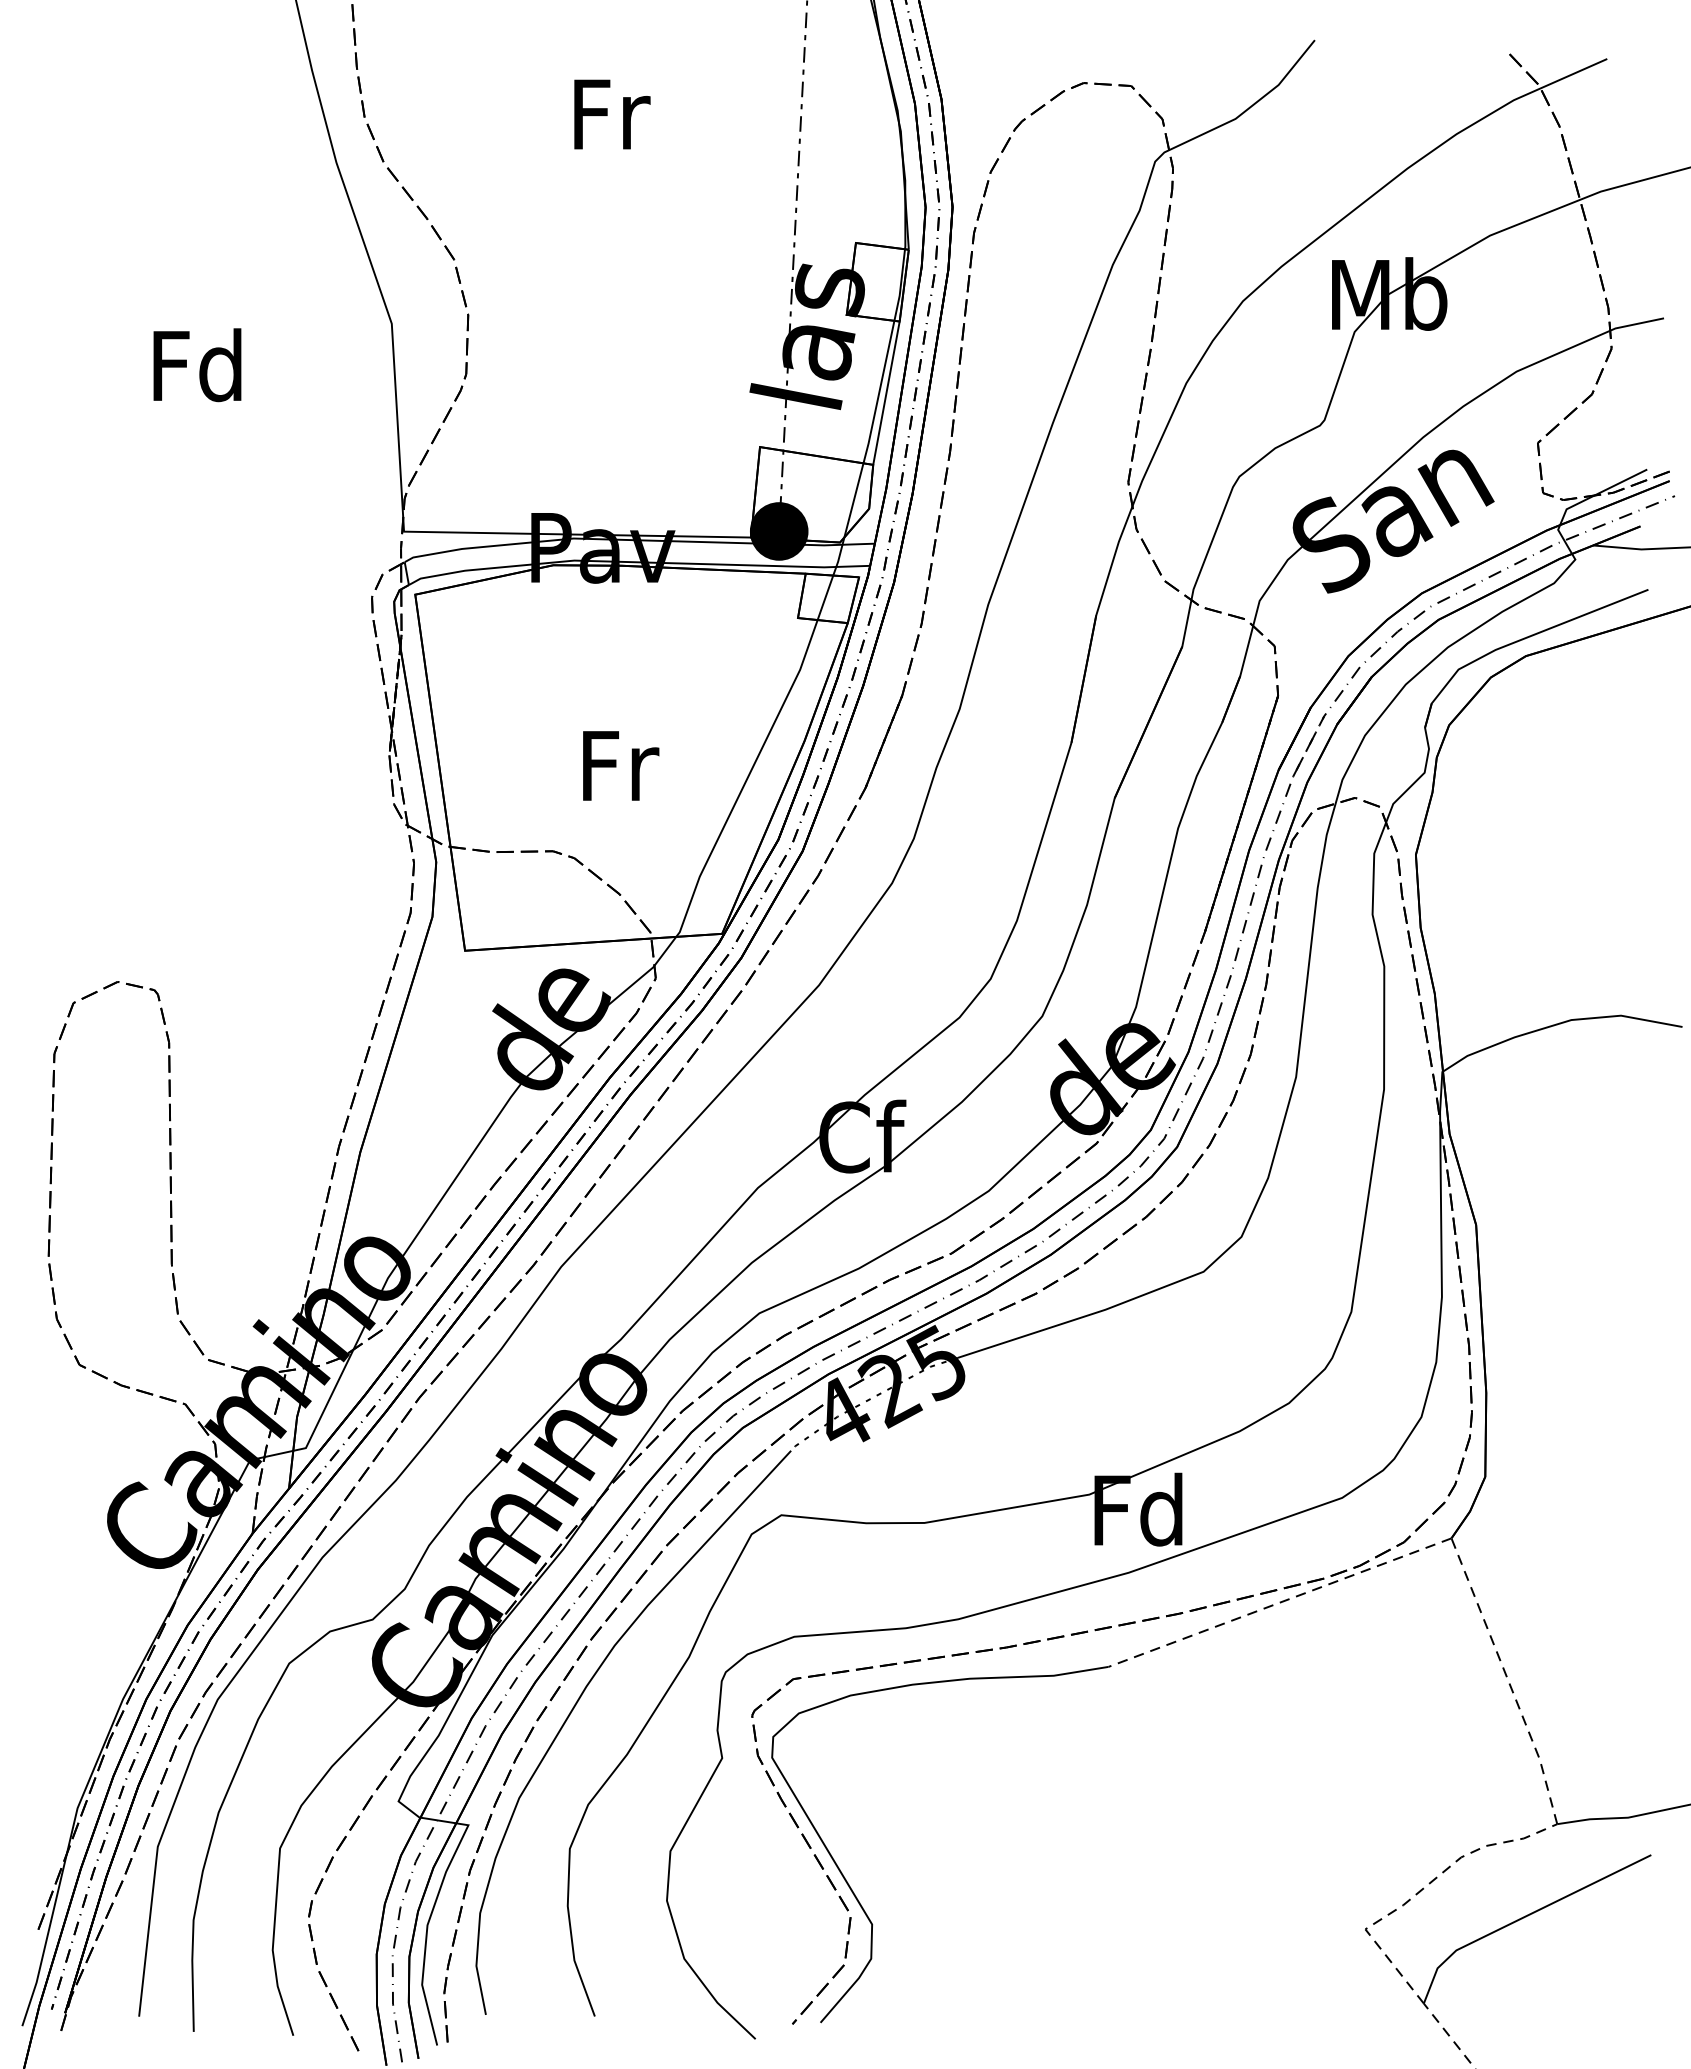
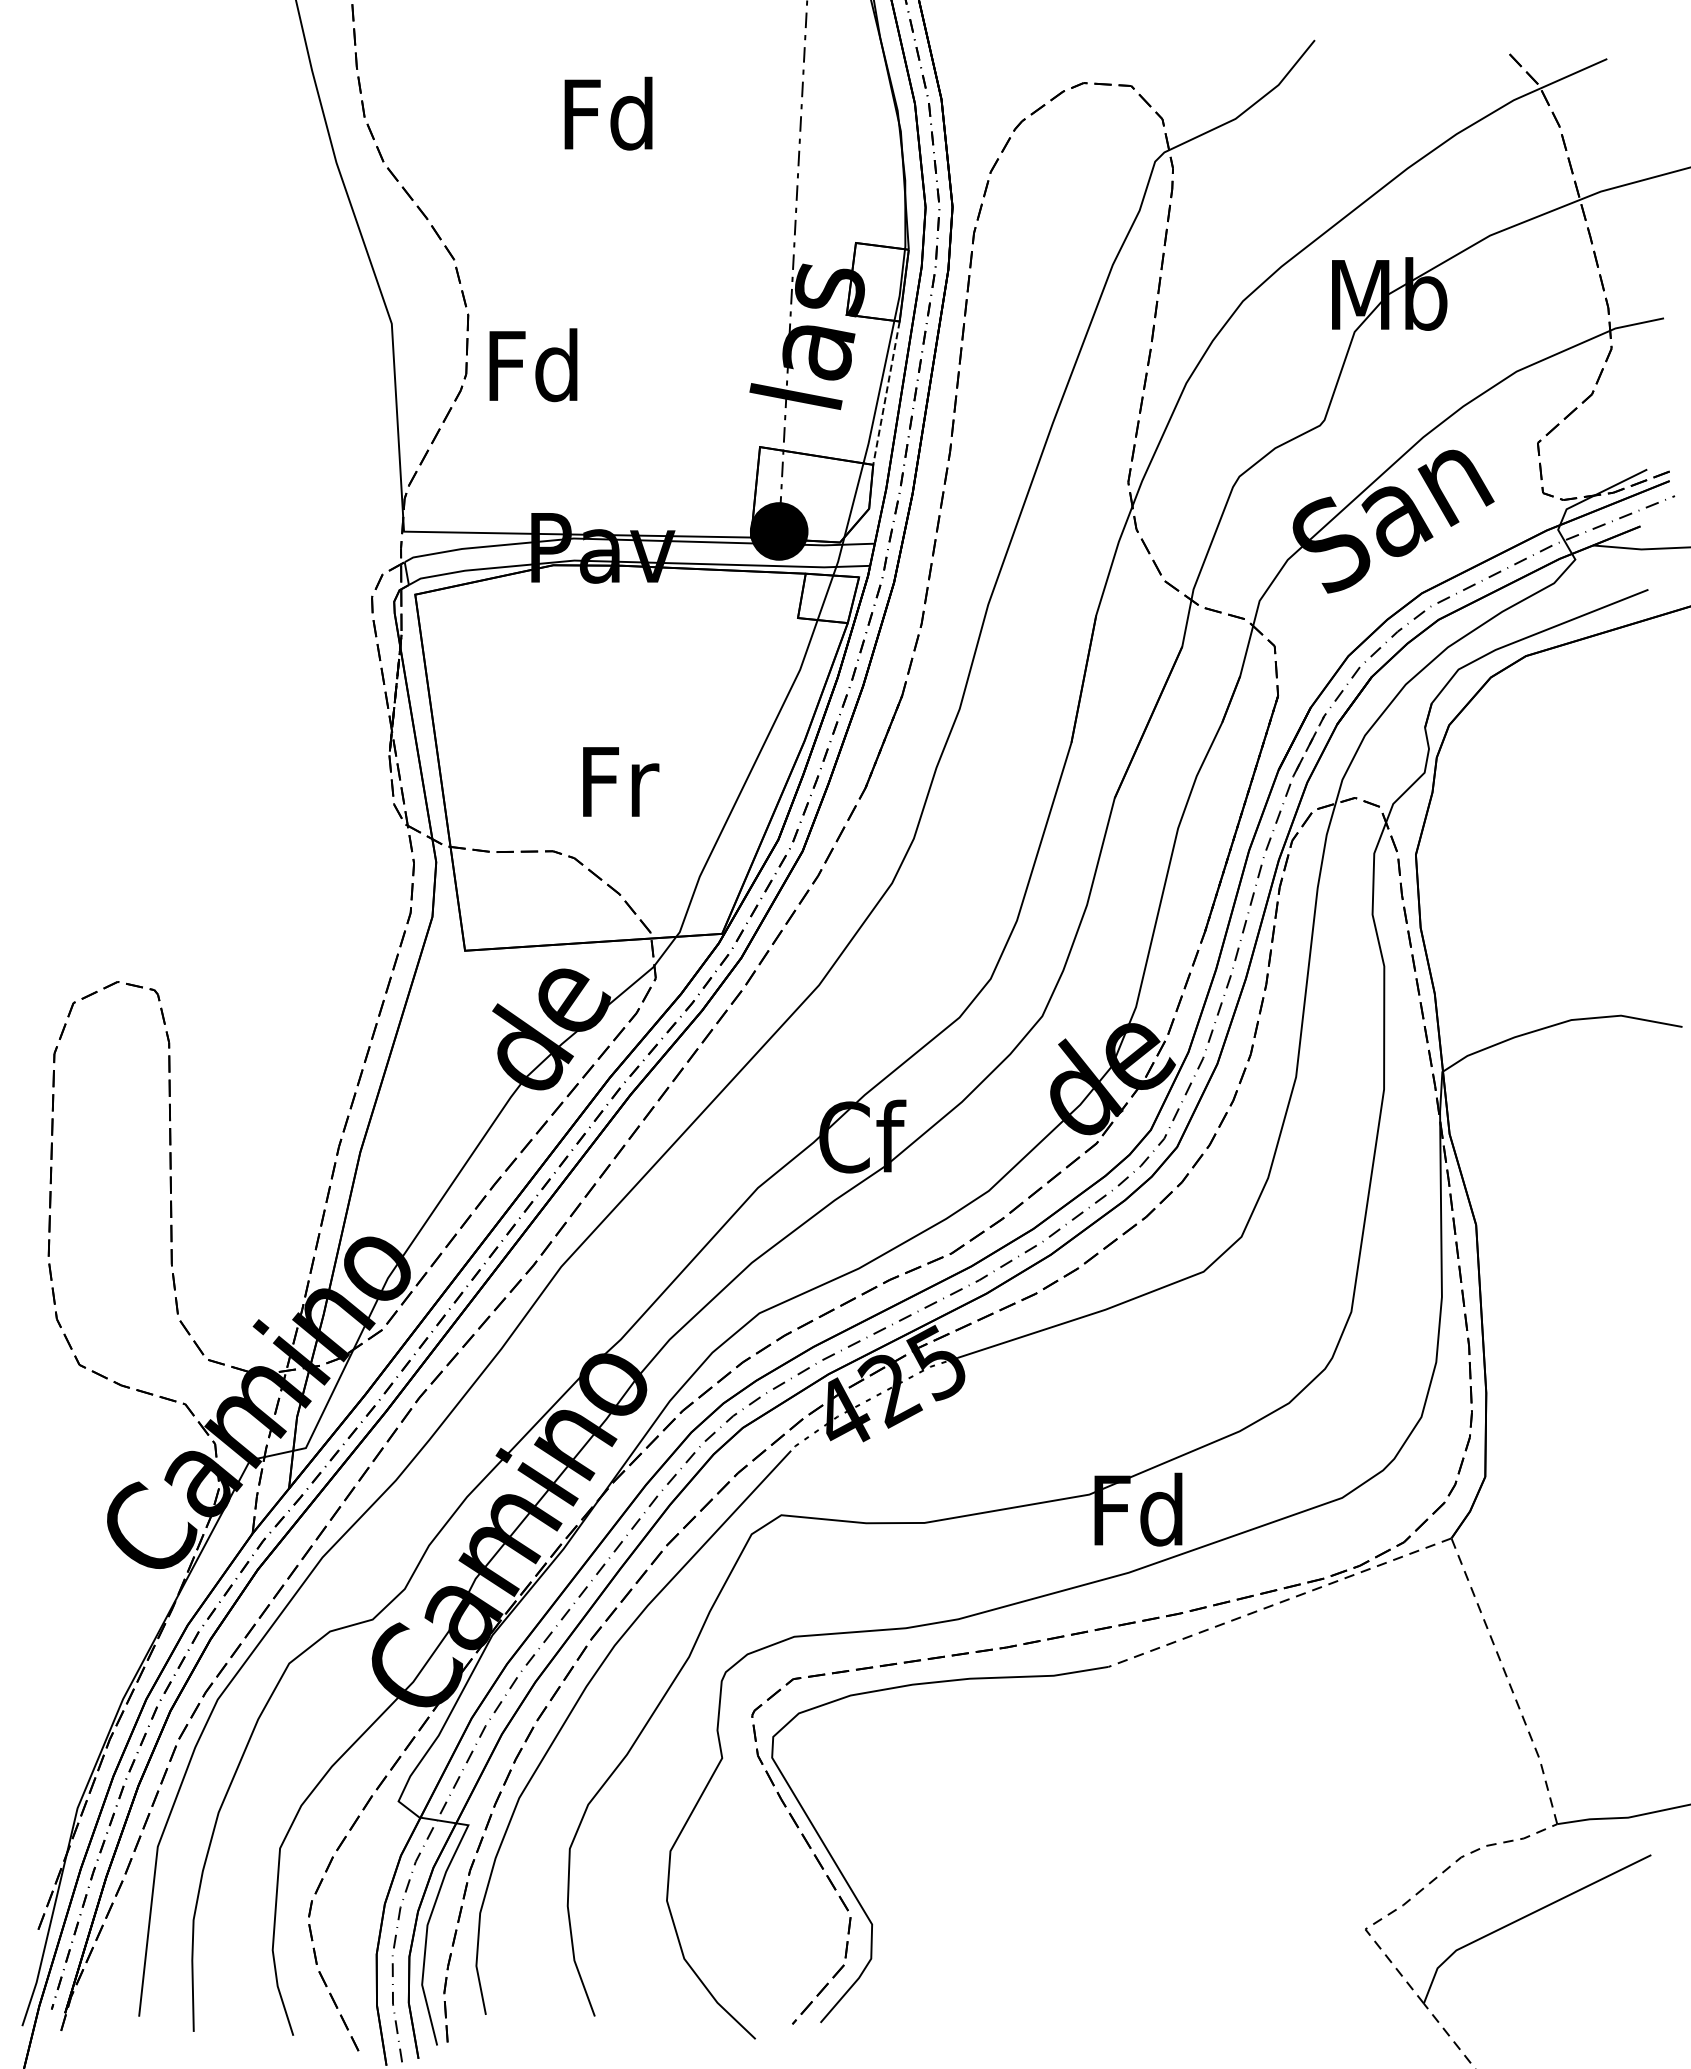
text at (608, 113): Fr -> Fd
text at (197, 365) position: (197, 365) -> (533, 365)
line at (886, 393): solid -> dashed
text at (621, 765) position: (621, 765) -> (621, 781)
